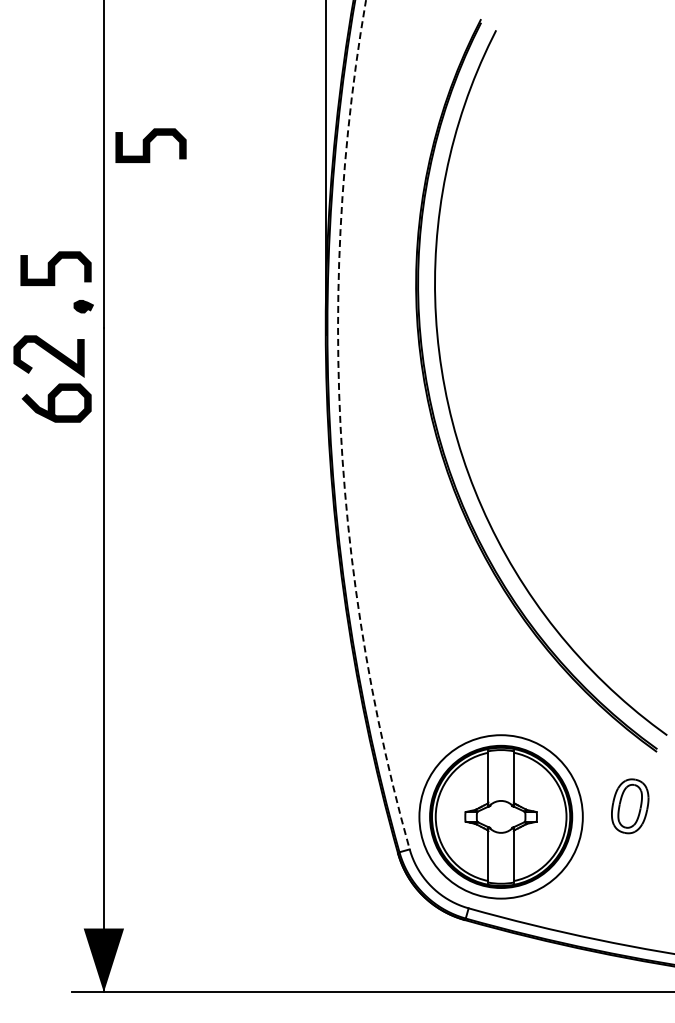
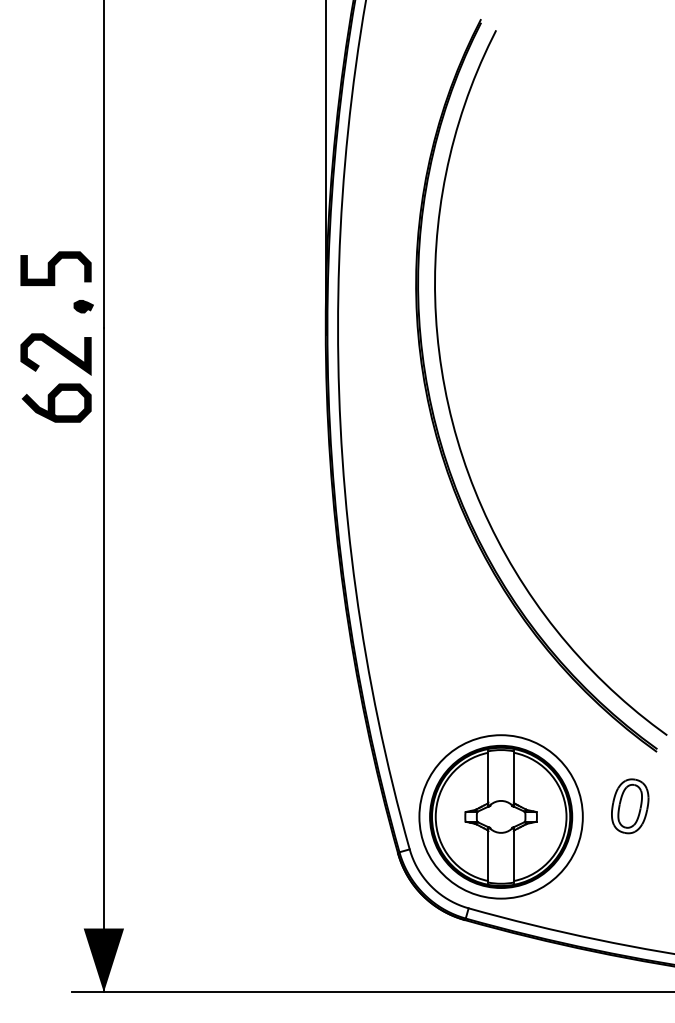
curve at (150, 145): present -> none
curve at (50, 354) position: (50, 354) -> (57, 352)
arc at (340, 428): dashed -> solid
